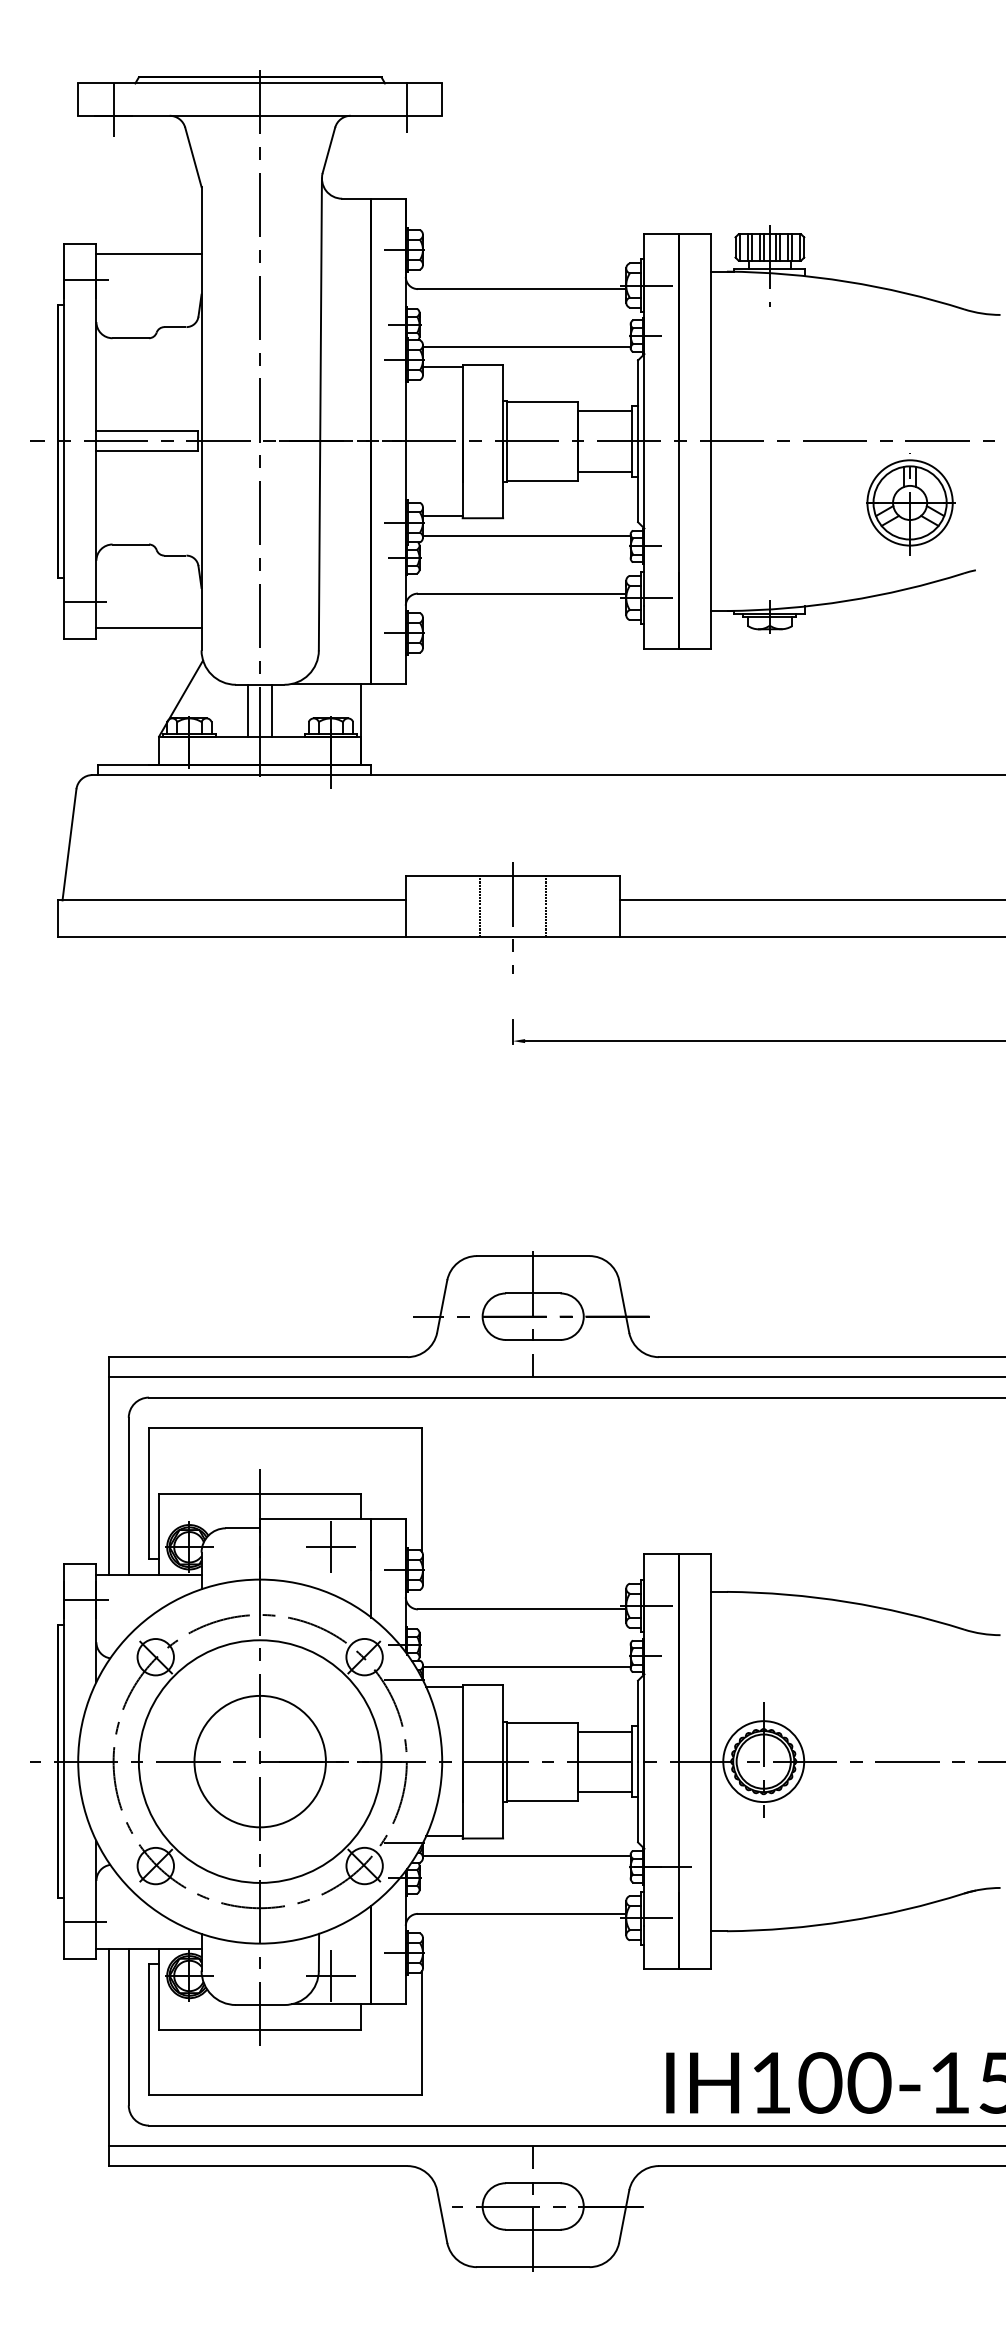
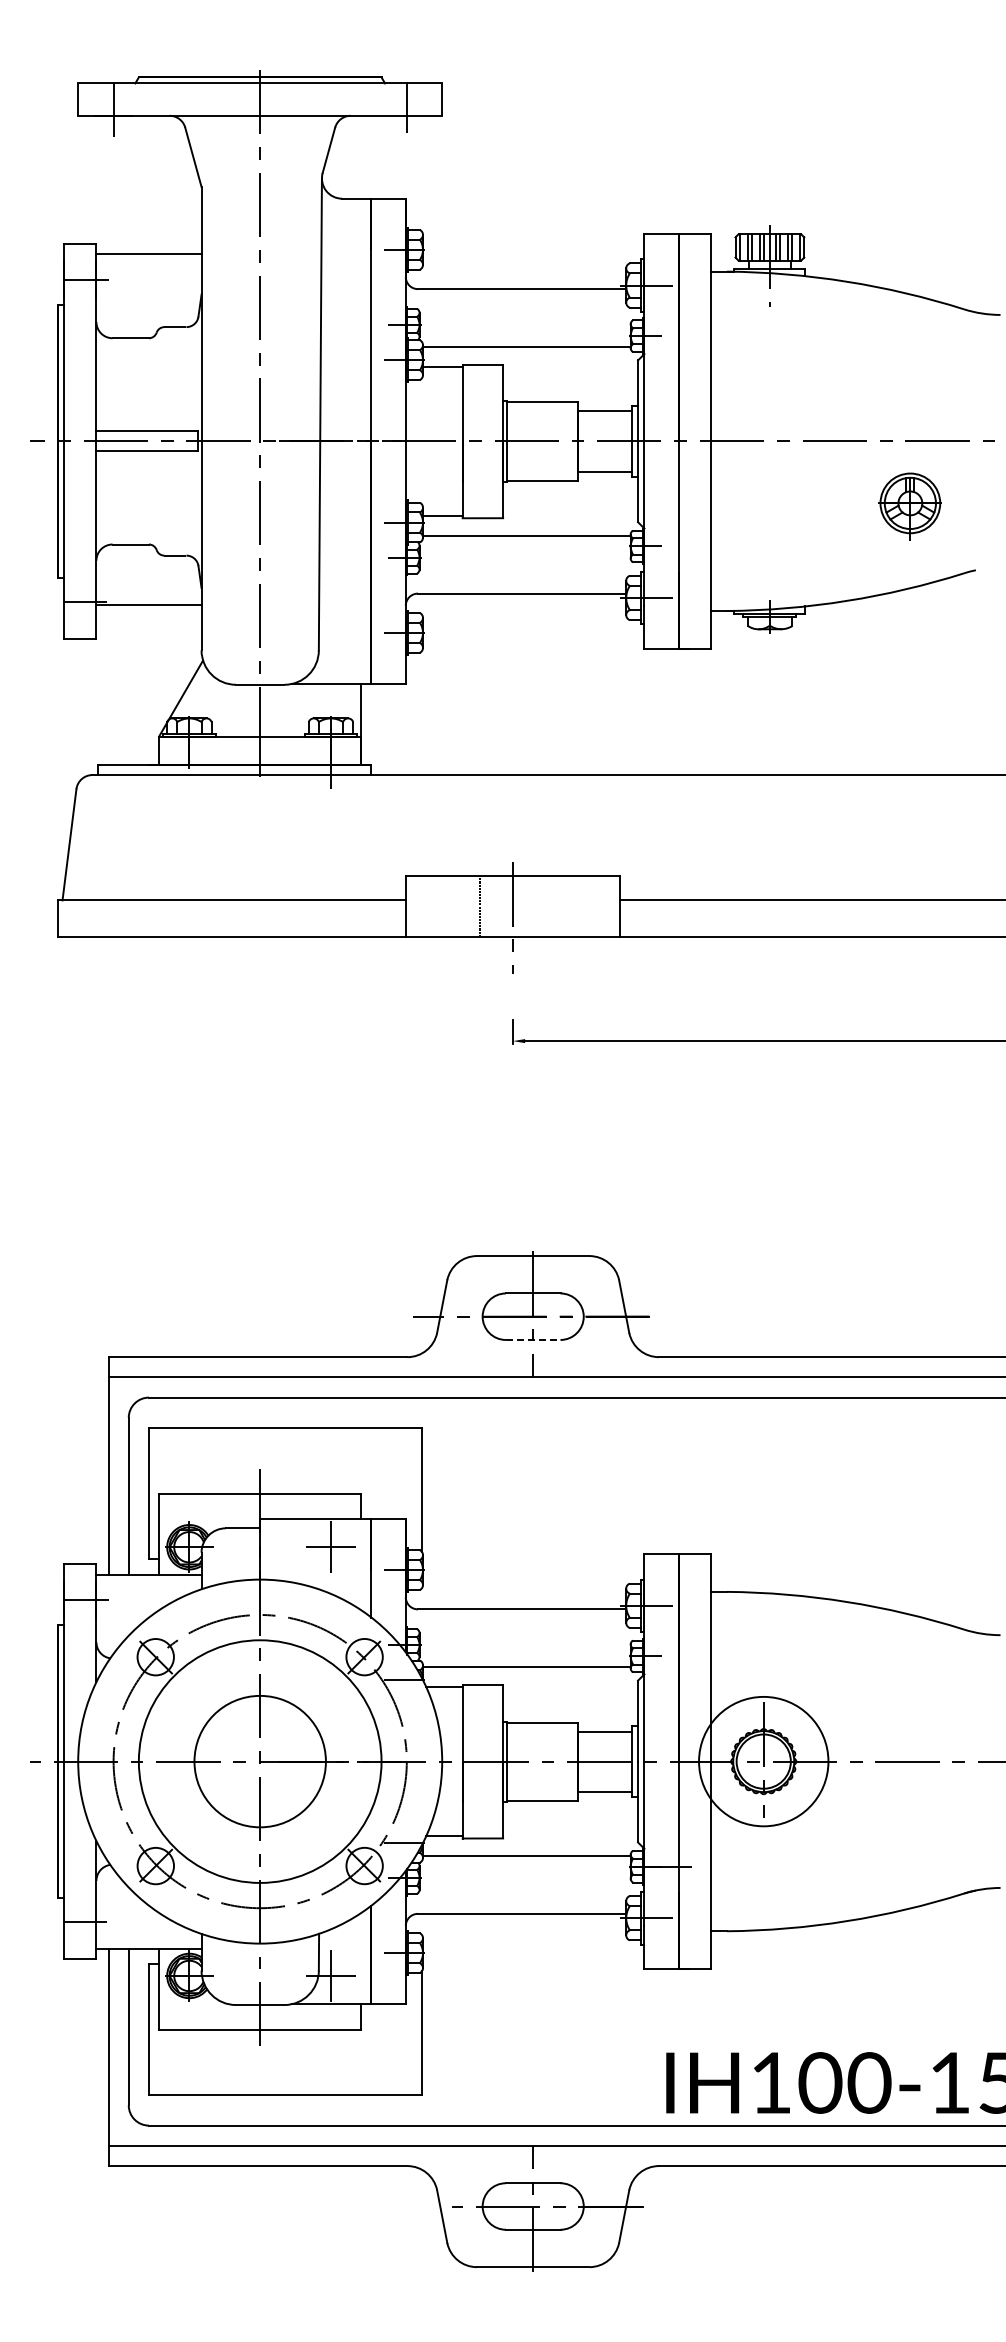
part at (910, 504) size: 90x103 px -> 64x69 px
line at (148, 628) position: (148, 628) -> (148, 605)
line at (248, 710): present -> none
line at (272, 710): present -> none
line at (545, 906): present -> none
line at (533, 1339): solid -> dashed
circle at (763, 1761) diameter: 81 px -> 129 px
